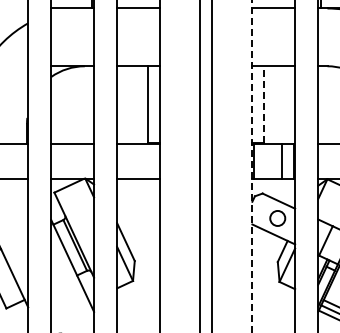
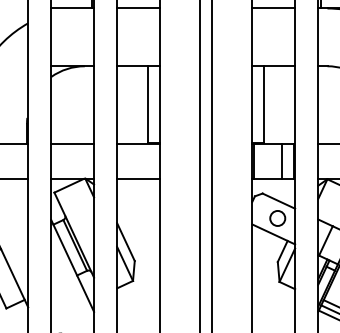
line at (263, 104): dashed -> solid
line at (252, 166): dashed -> solid
